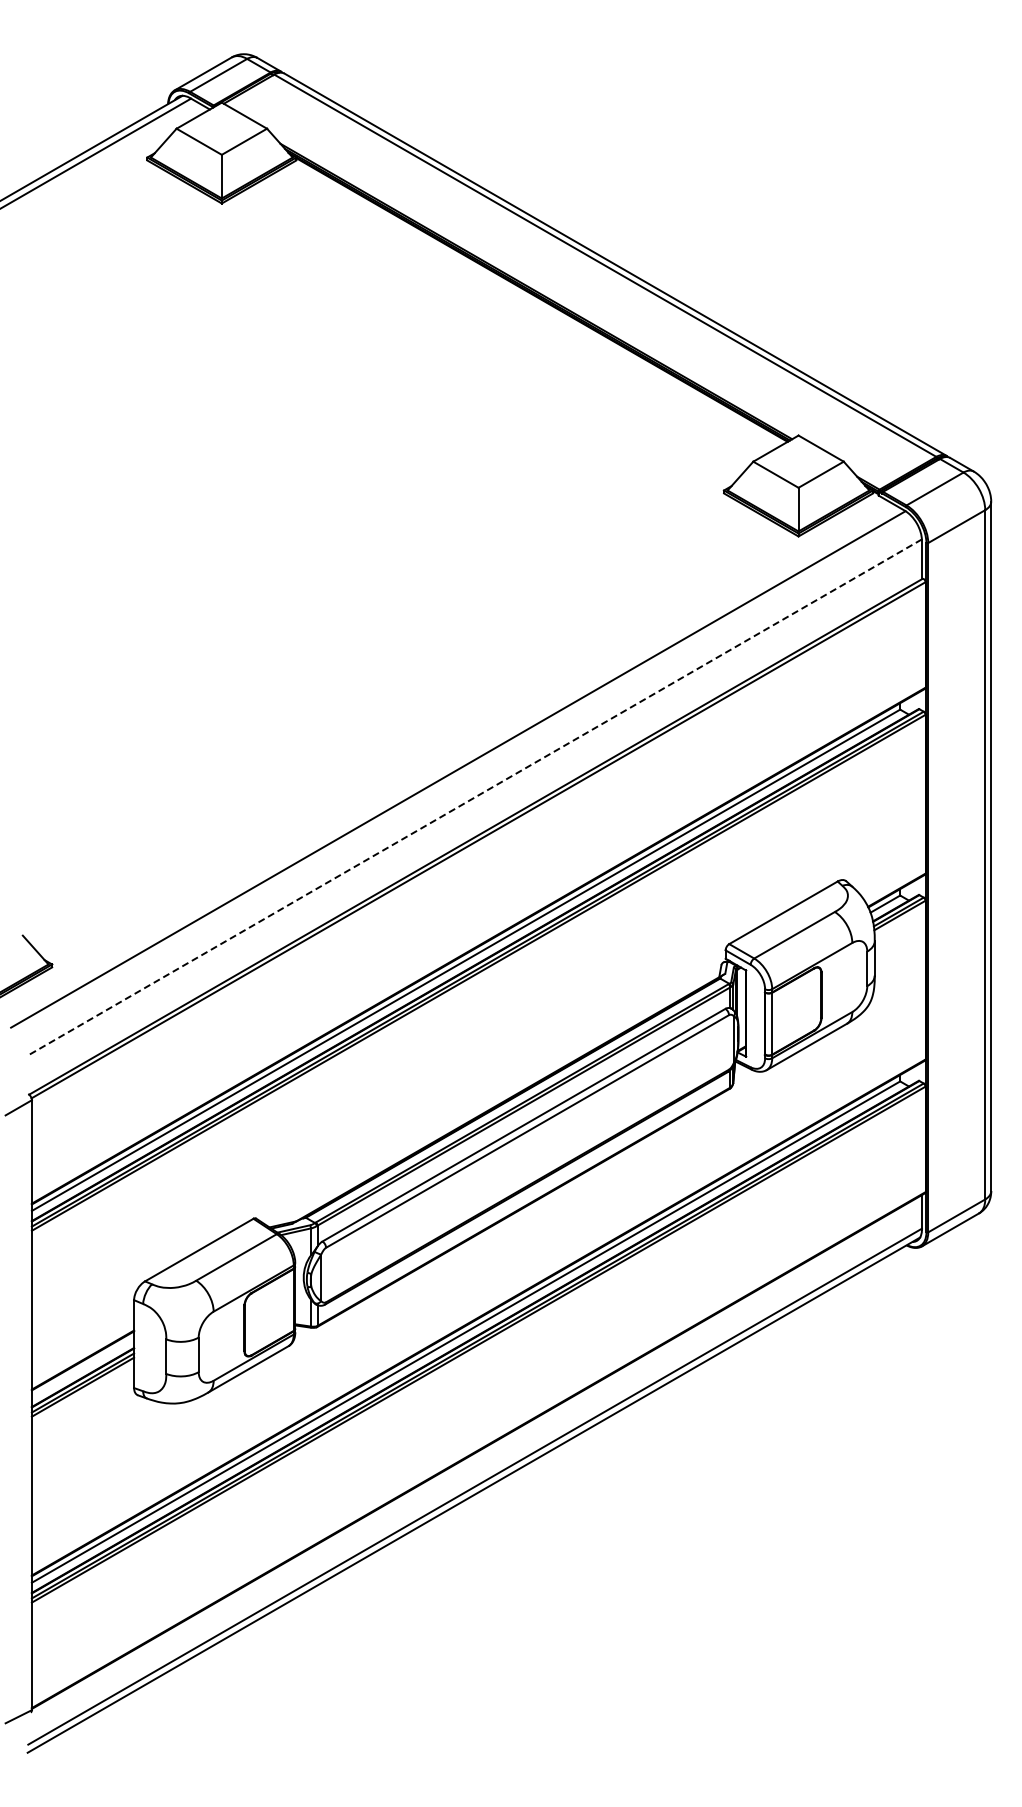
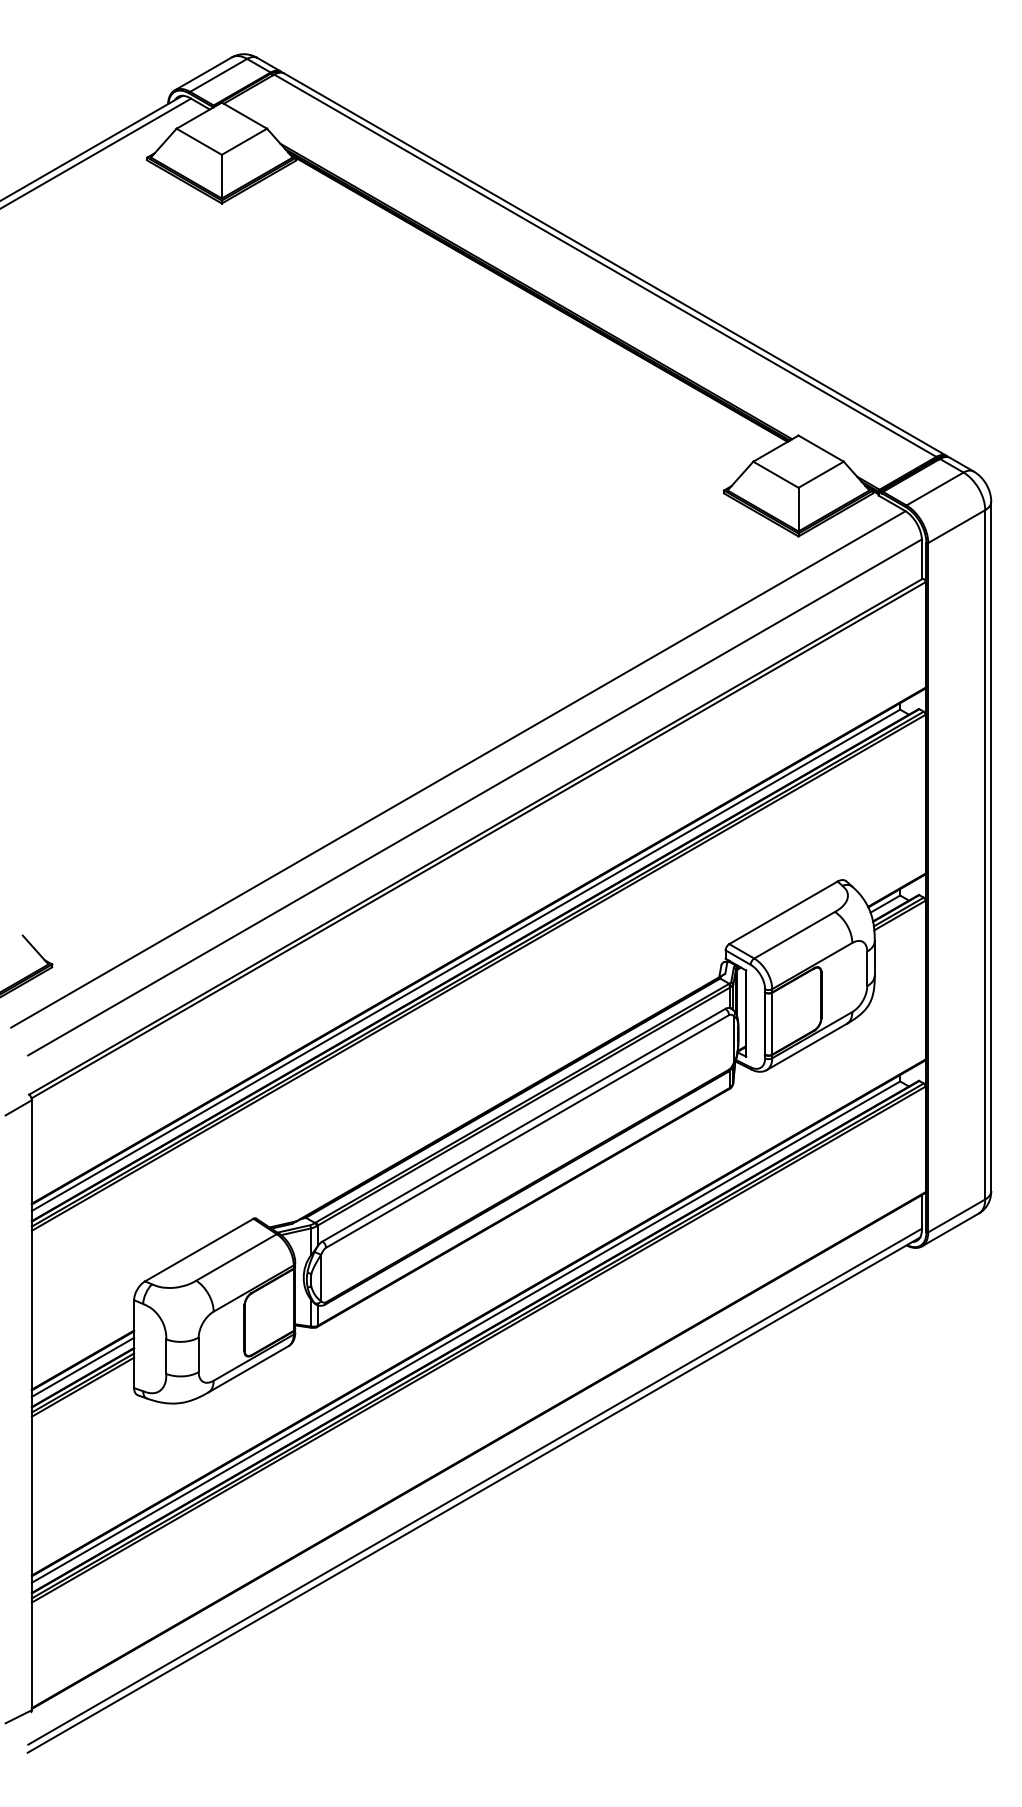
line at (474, 797): dashed -> solid
line at (82, 1366): none -> present
